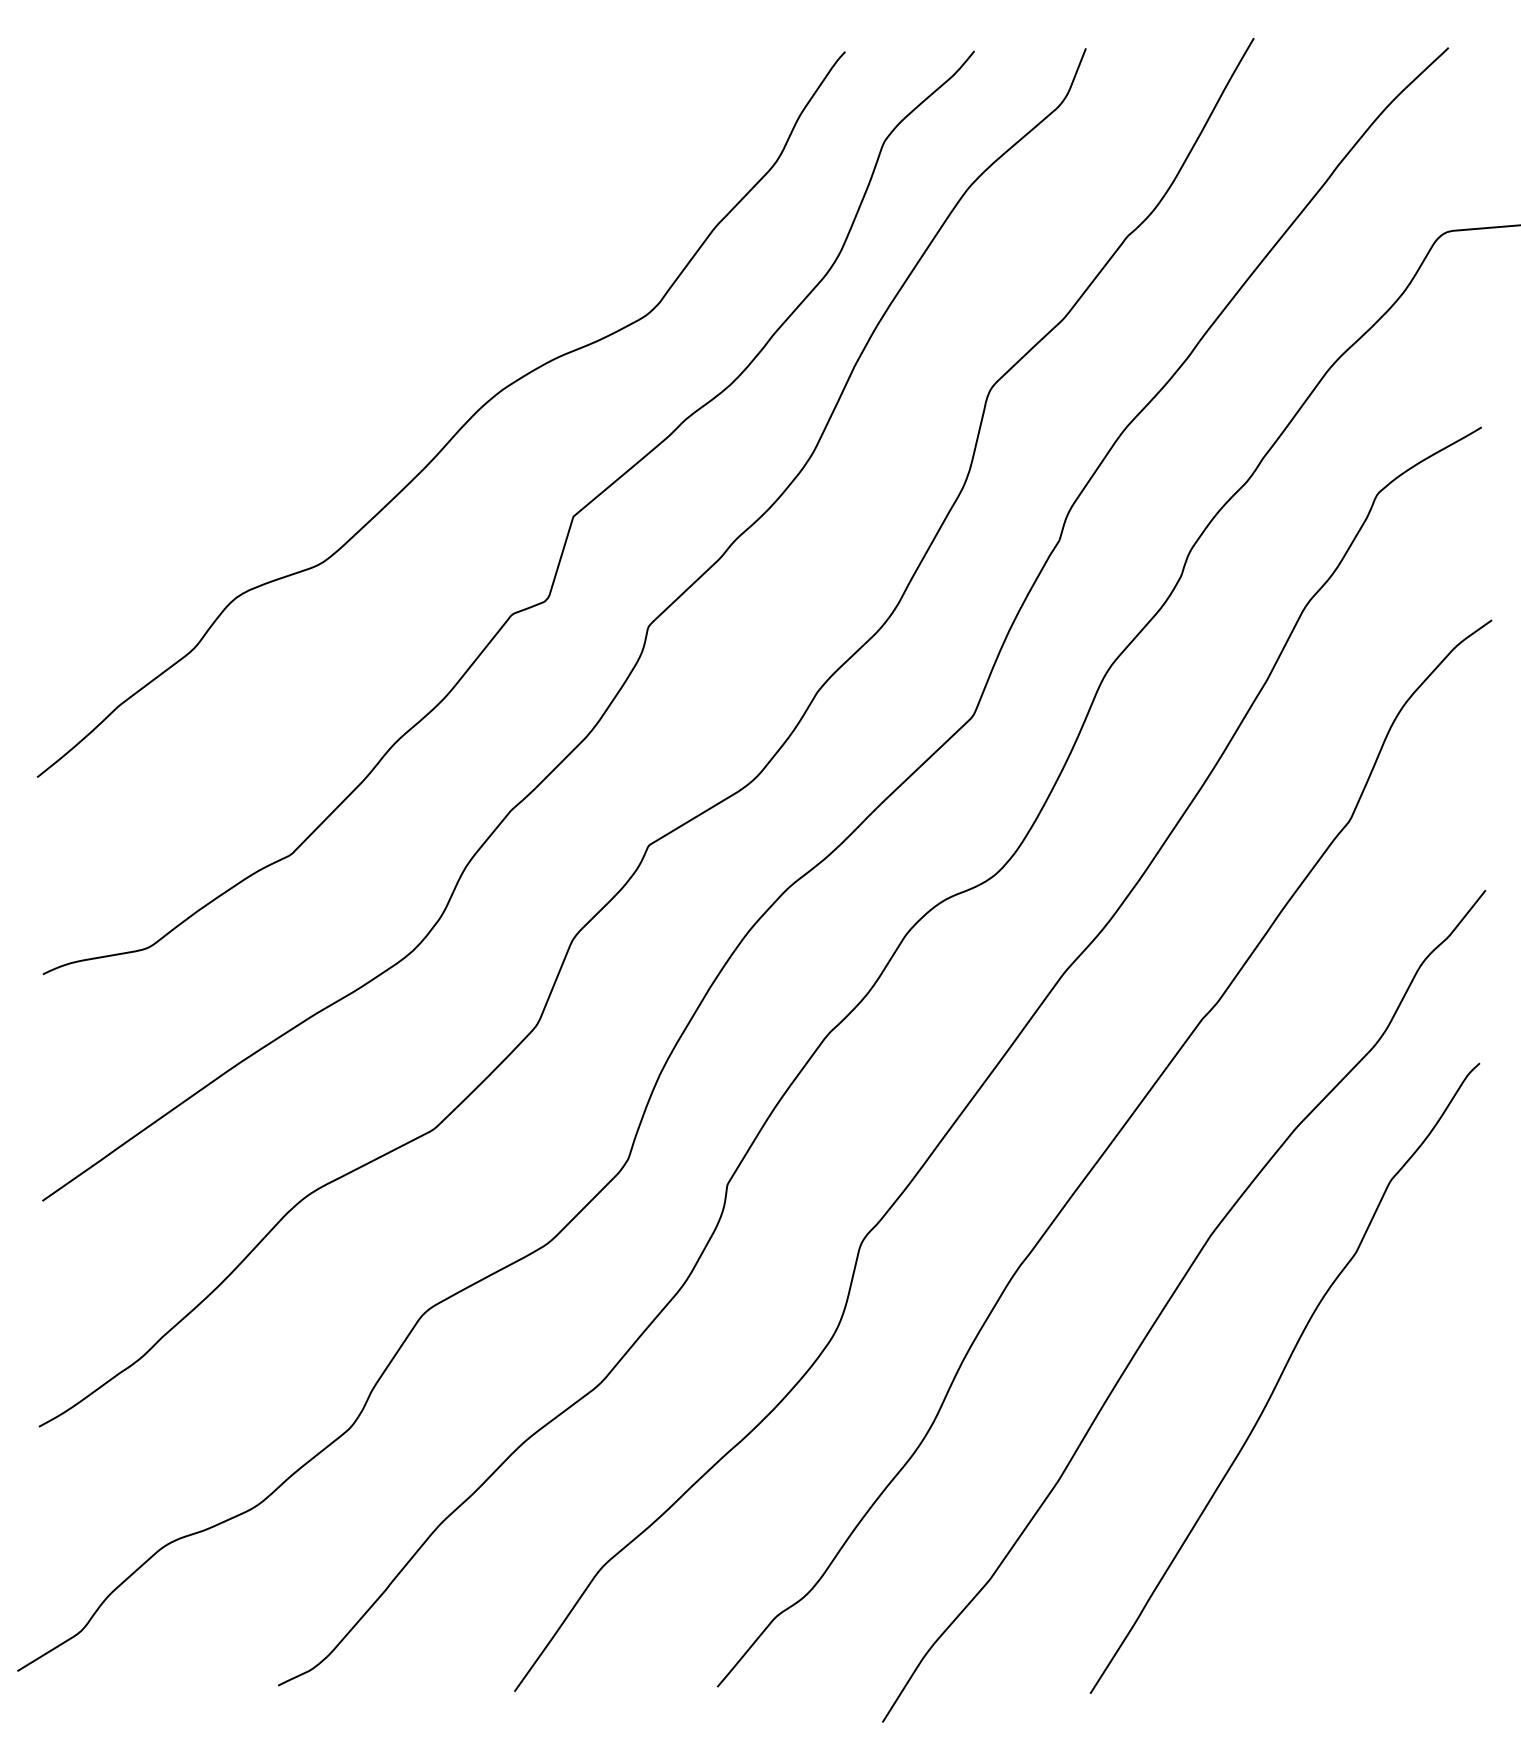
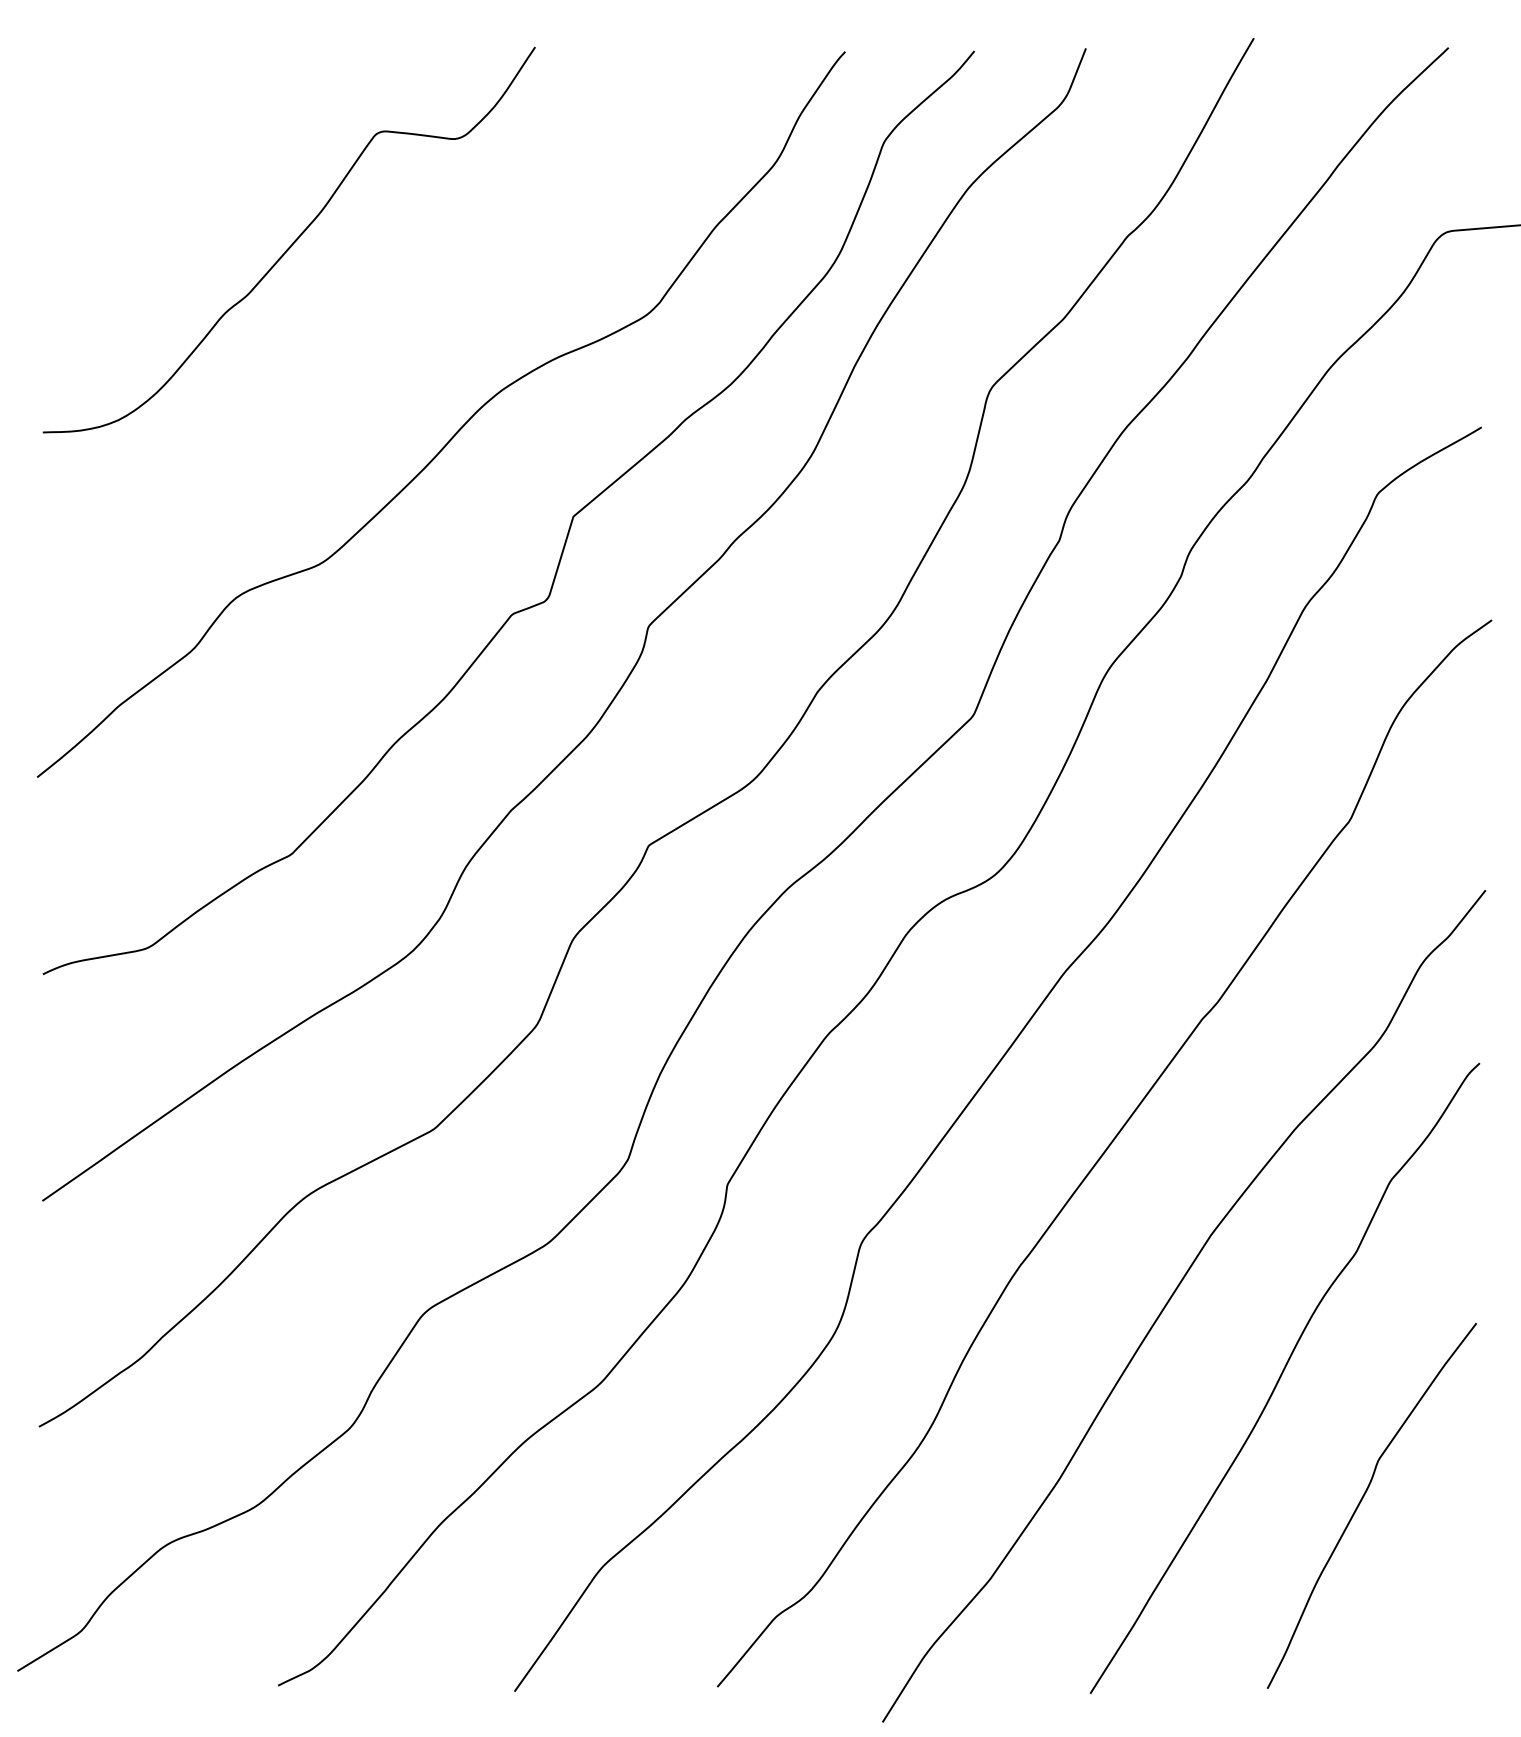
curve at (292, 242): none -> present
curve at (1362, 1500): none -> present
